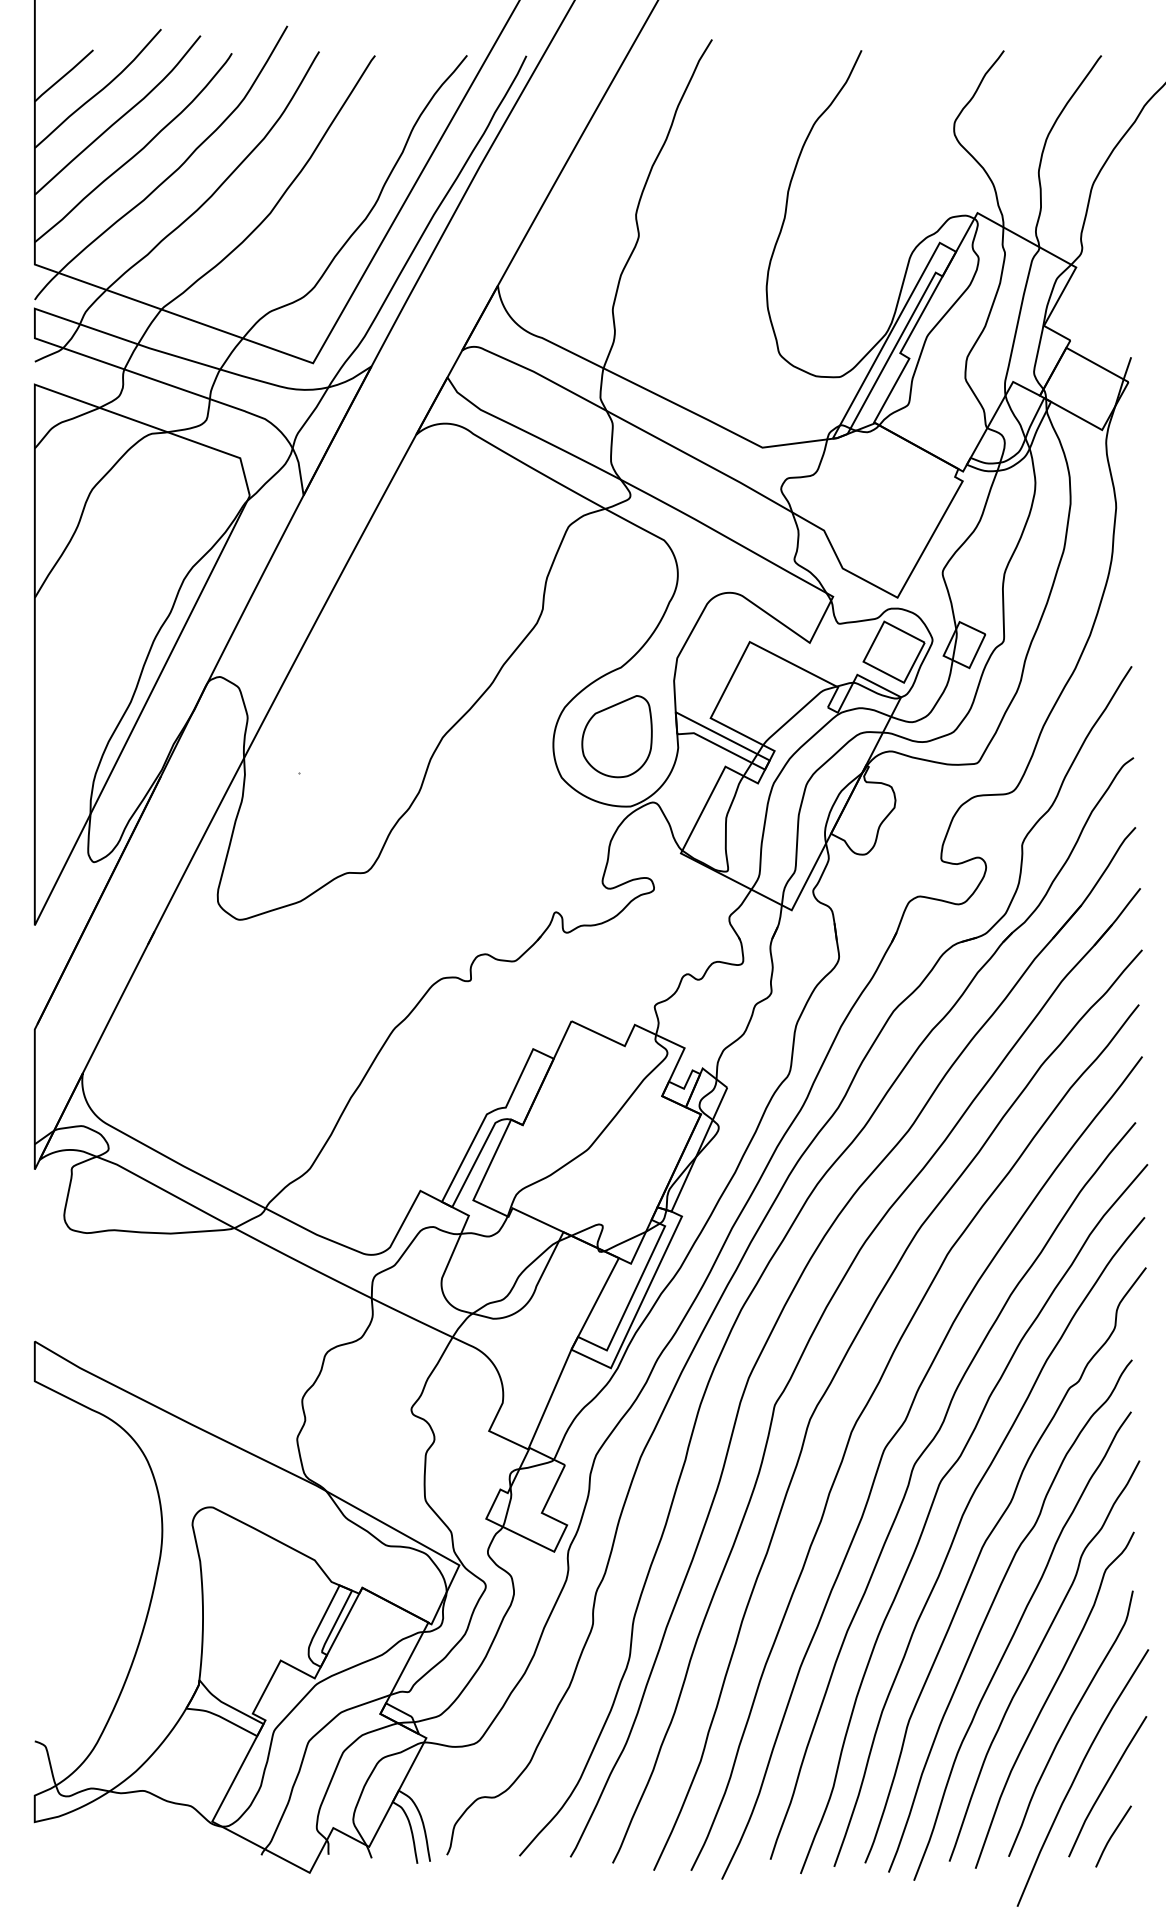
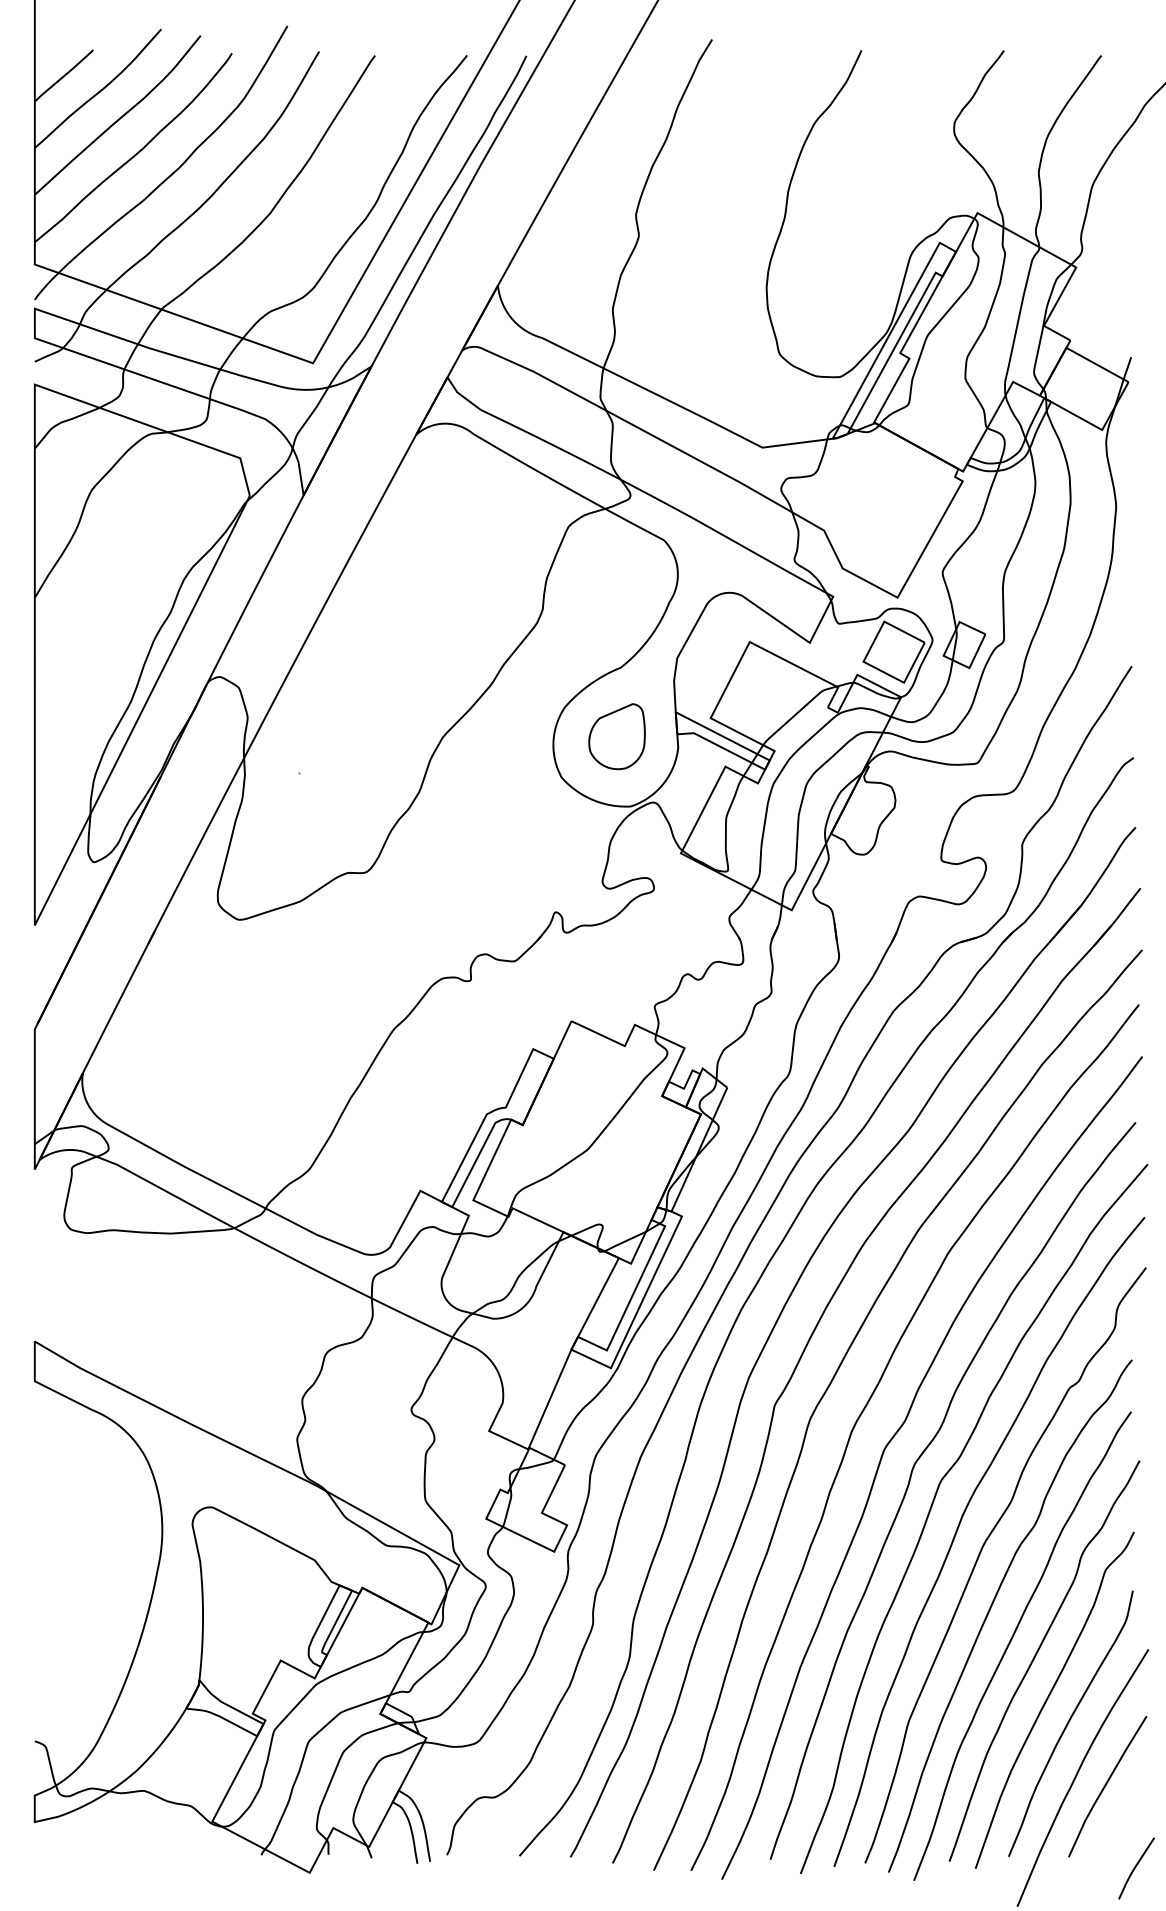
part at (616, 736) size: 72x84 px -> 58x68 px
line at (1113, 1835) position: (1113, 1835) -> (1136, 1867)
